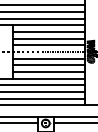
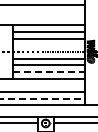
line at (43, 11): present -> none
line at (43, 18): present -> none
line at (49, 45): present -> none
line at (49, 72): solid -> dashed
line at (43, 85): present -> none
line at (43, 98): solid -> dashed
